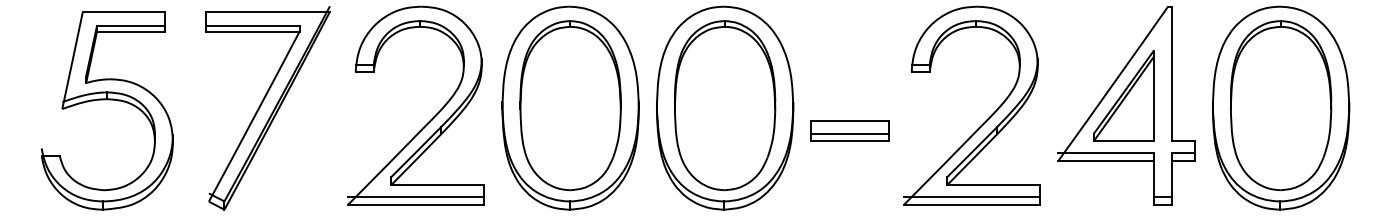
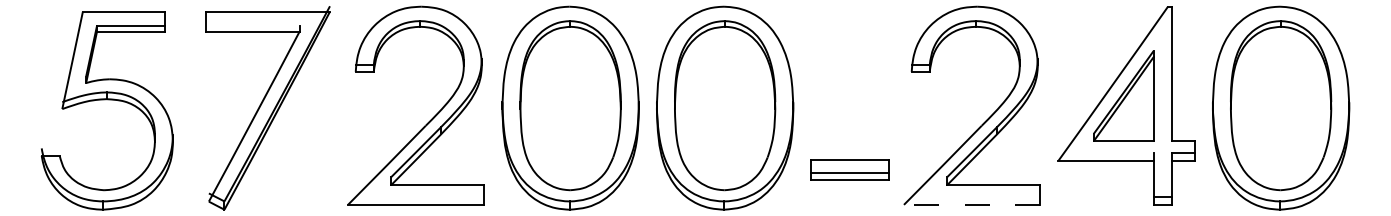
line at (252, 26): present -> none
part at (849, 130) position: (849, 130) -> (849, 169)
line at (1105, 153): present -> none
line at (416, 196): present -> none
line at (971, 196): present -> none
line at (971, 204): solid -> dashed
